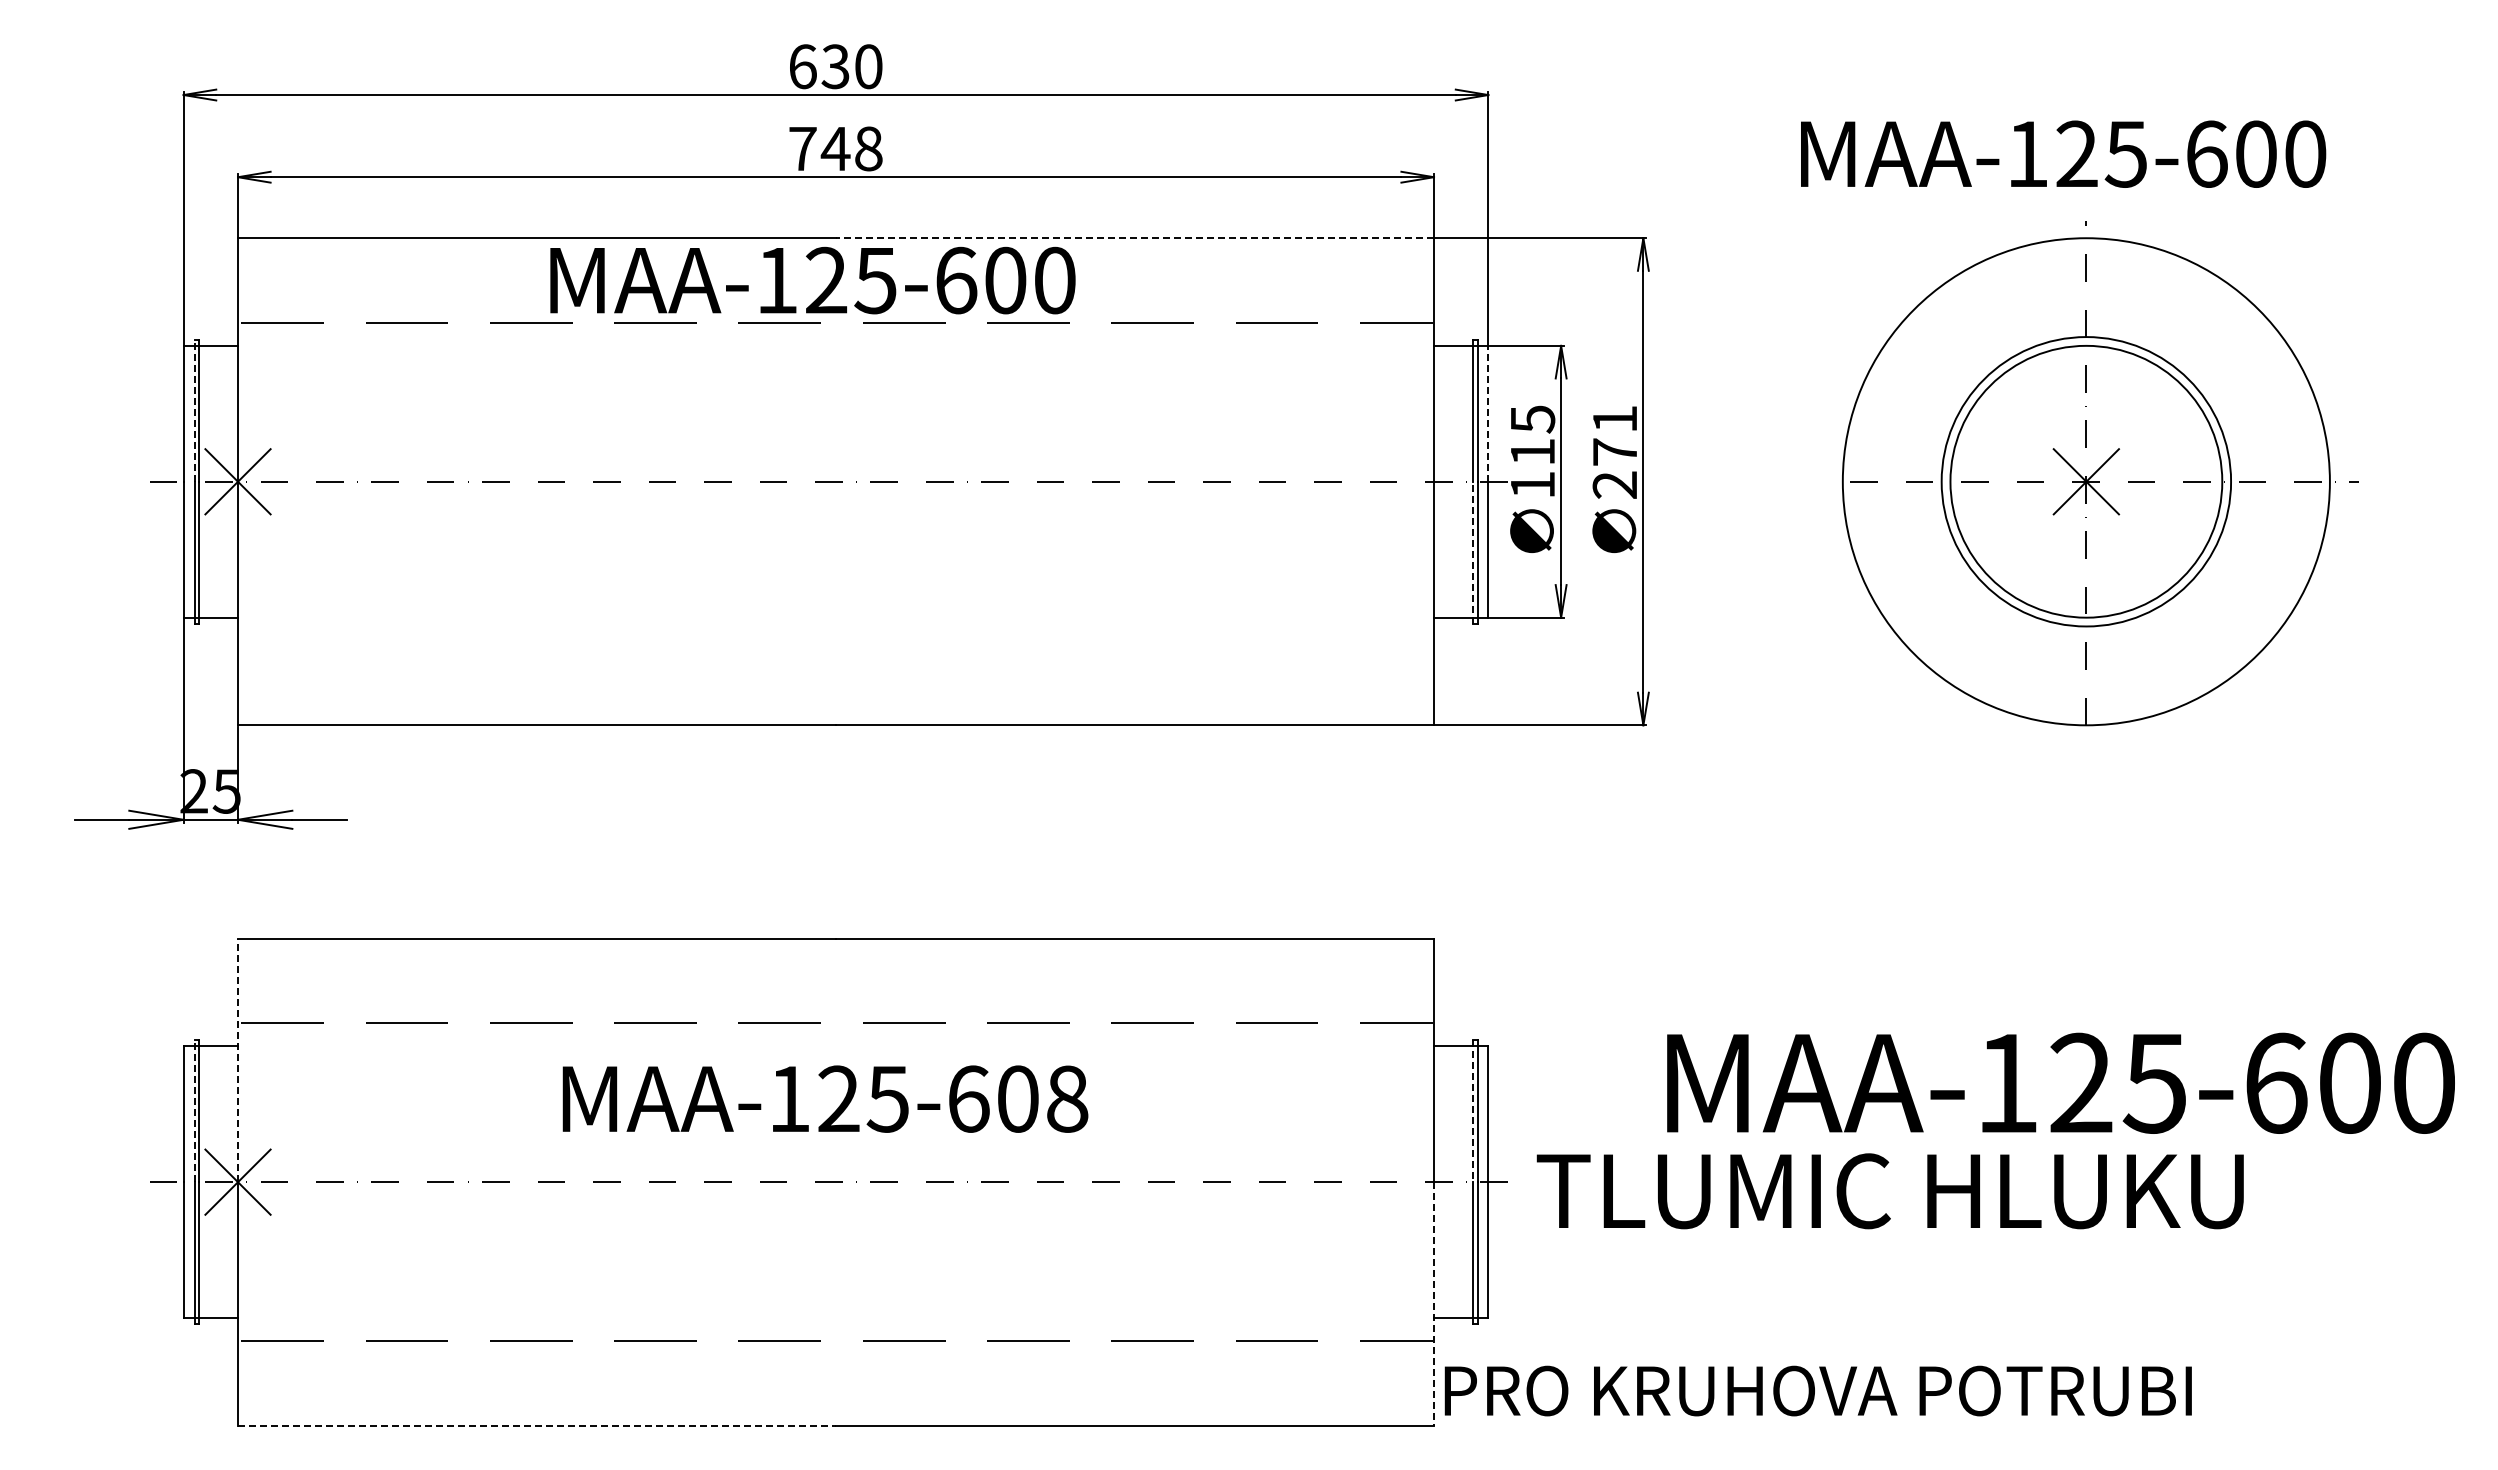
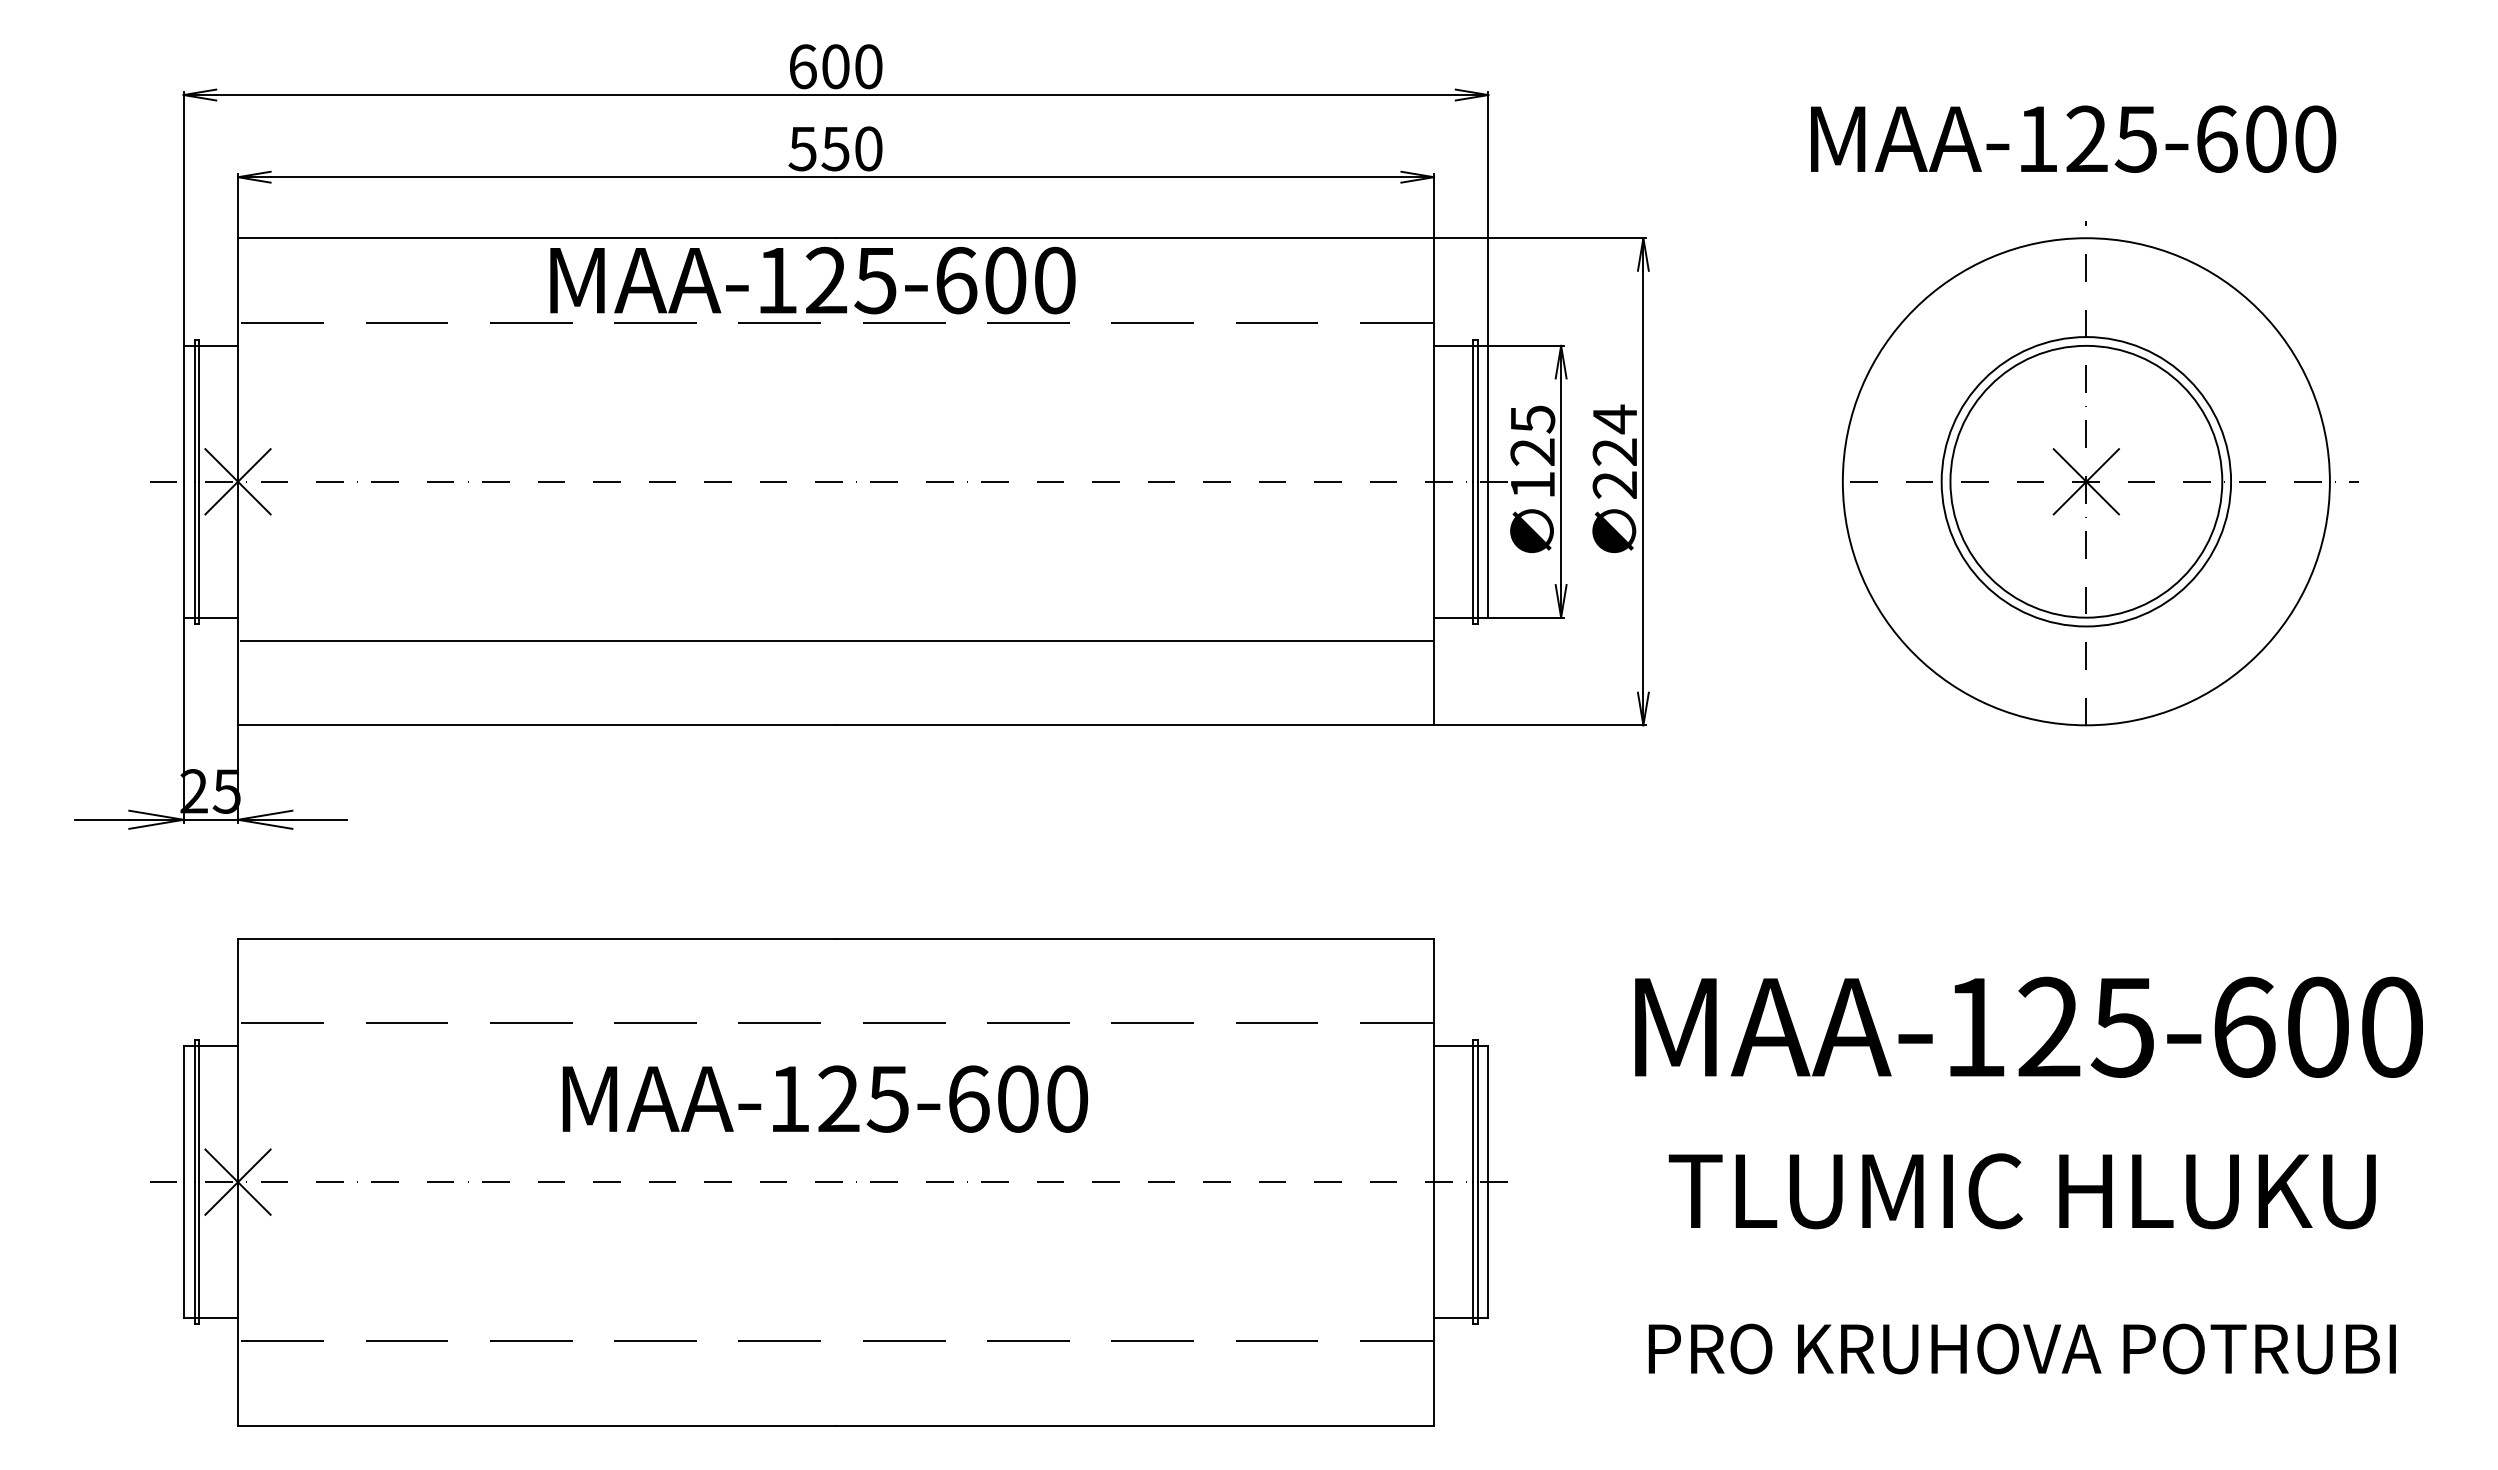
text at (835, 66): 630 -> 600
text at (835, 148): 748 -> 550
text at (2063, 153) position: (2063, 153) -> (2073, 138)
line at (1135, 238): dashed -> solid
line at (194, 410): dashed -> solid
line at (1488, 413): dashed -> solid
text at (1614, 434): 271 -> 224
text at (1532, 451): 115 -> 125
line at (1472, 552): dashed -> solid
line at (836, 640): none -> present
line at (238, 1060): dashed -> solid
text at (2060, 1082) position: (2060, 1082) -> (2028, 1026)
text at (1067, 1098): MAA-125-608 -> MAA-125-600
line at (194, 1110): dashed -> solid
line at (1472, 1111): dashed -> solid
text at (1889, 1191) position: (1889, 1191) -> (2021, 1191)
line at (1434, 1303): dashed -> solid
text at (1817, 1390) position: (1817, 1390) -> (2021, 1348)
line at (537, 1425): dashed -> solid
